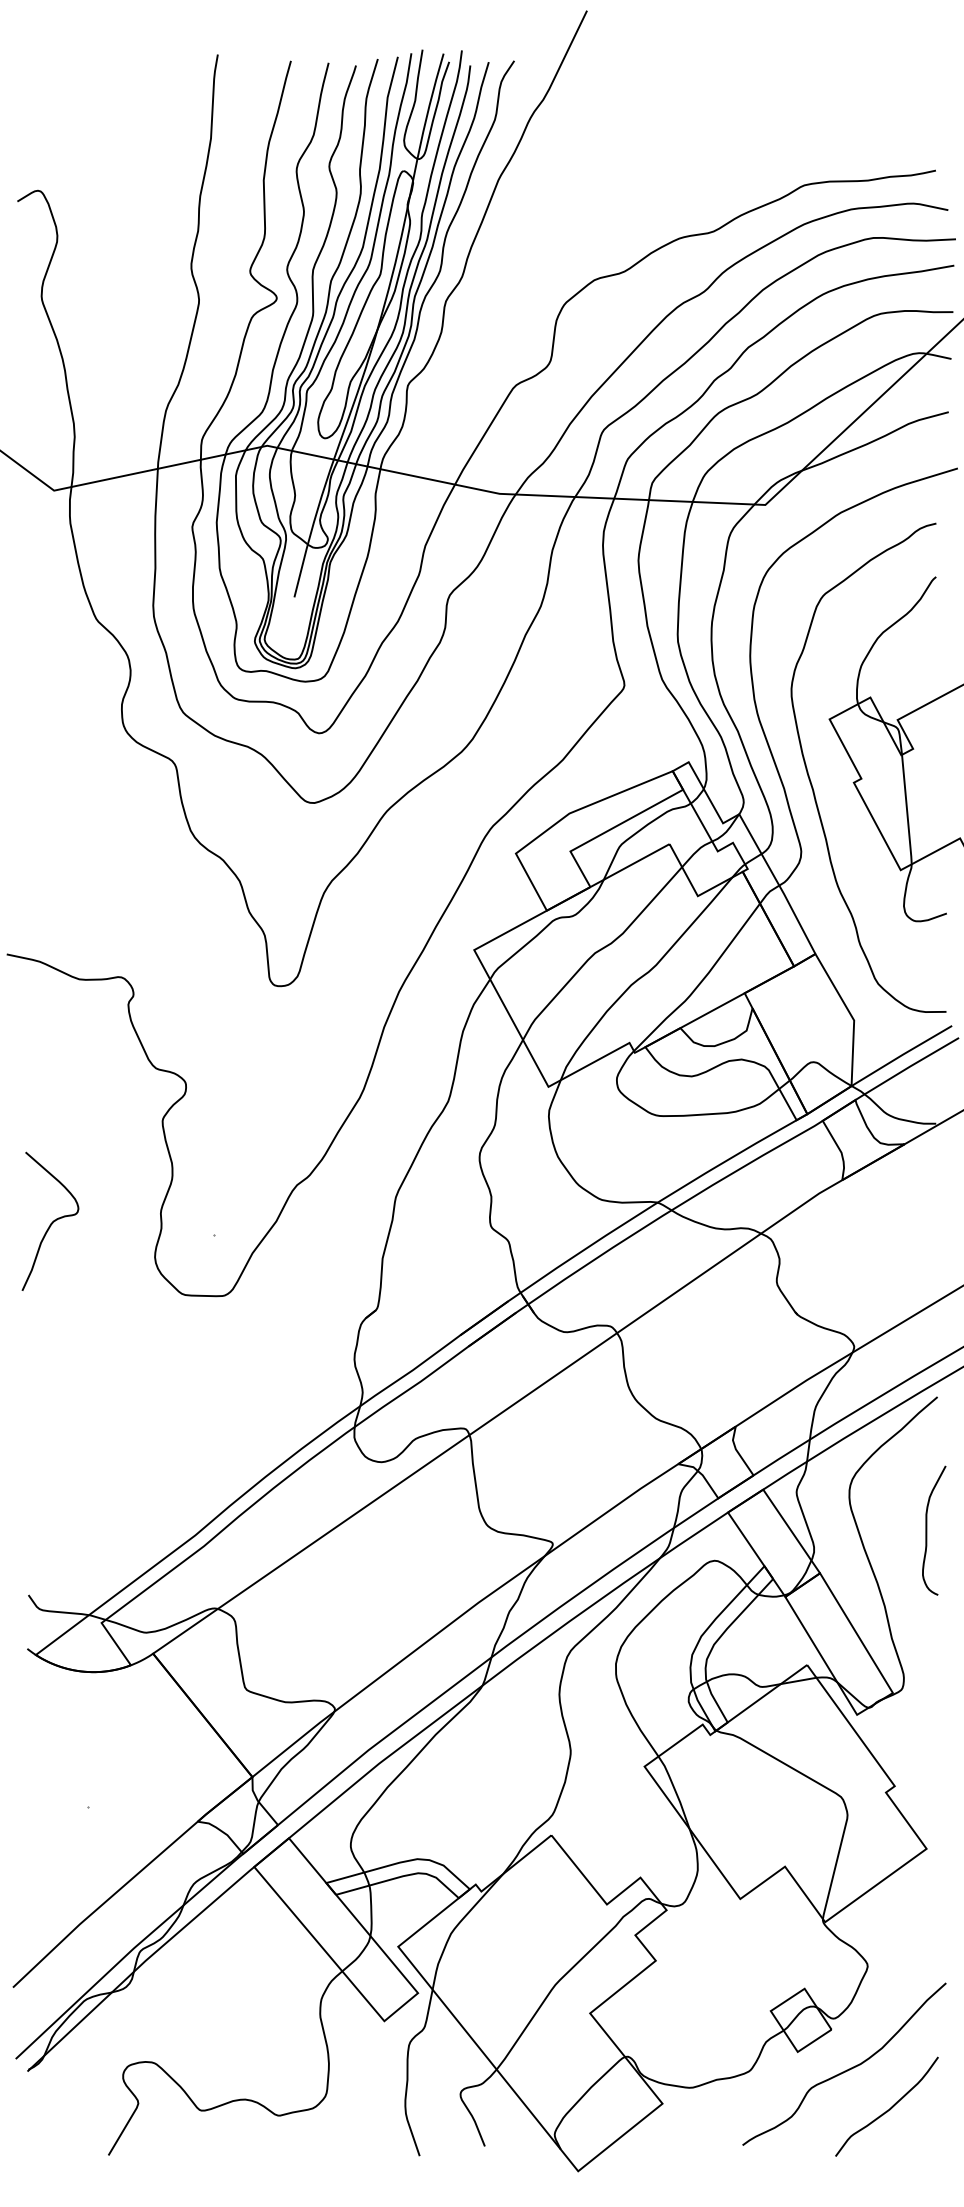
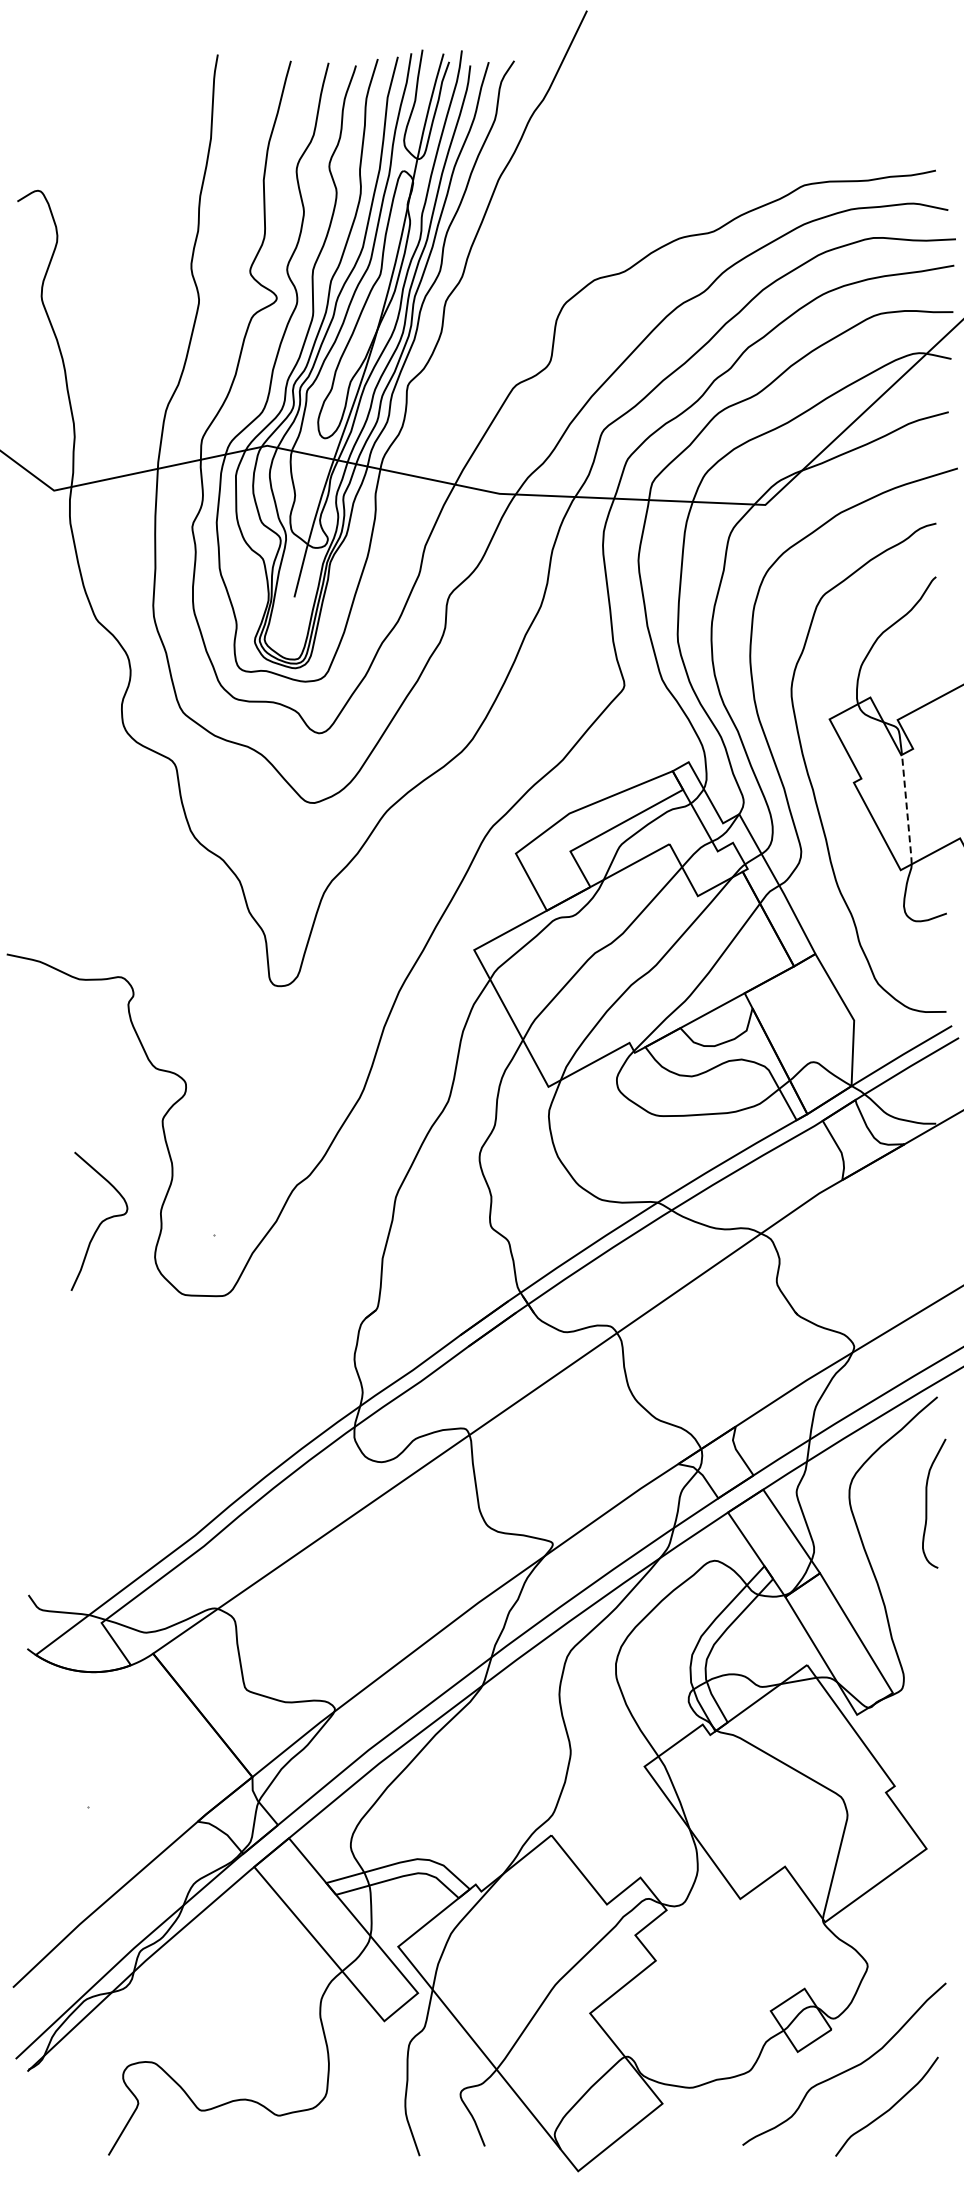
line at (907, 810): solid -> dashed
curve at (52, 1221) position: (52, 1221) -> (101, 1221)
curve at (927, 1530) position: (927, 1530) -> (927, 1503)
